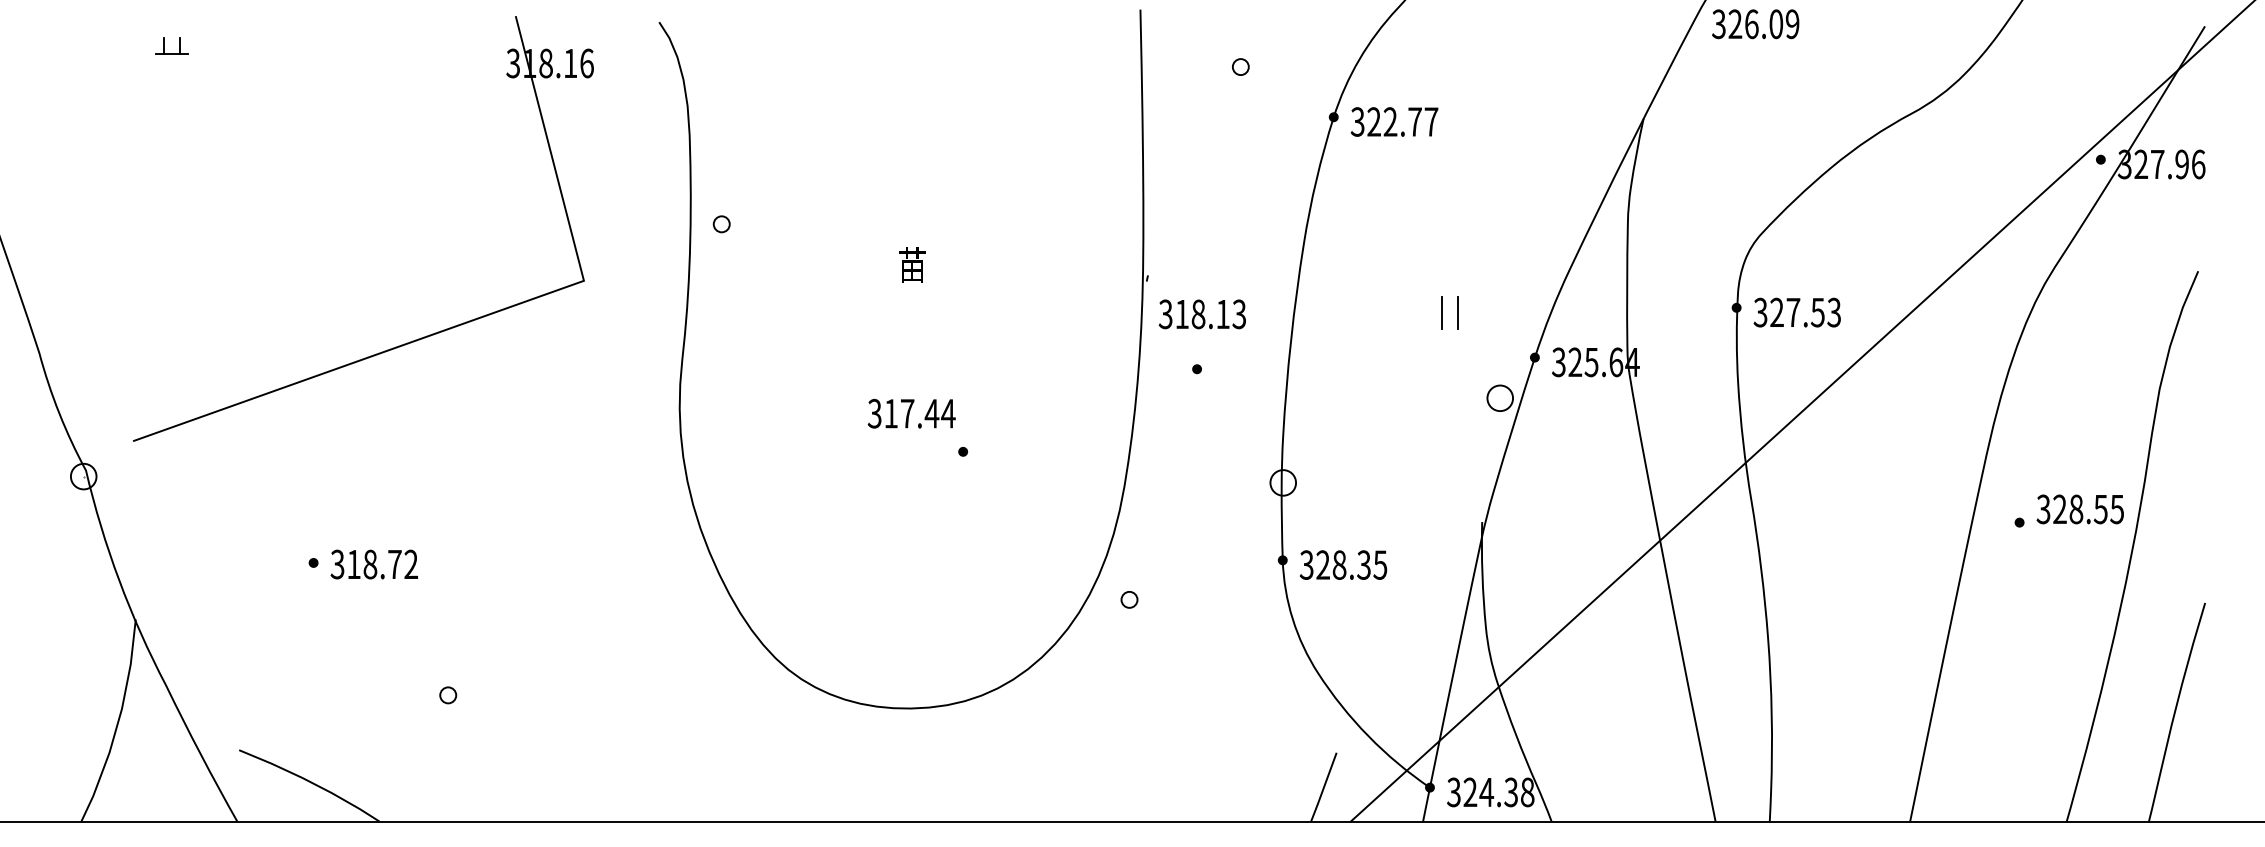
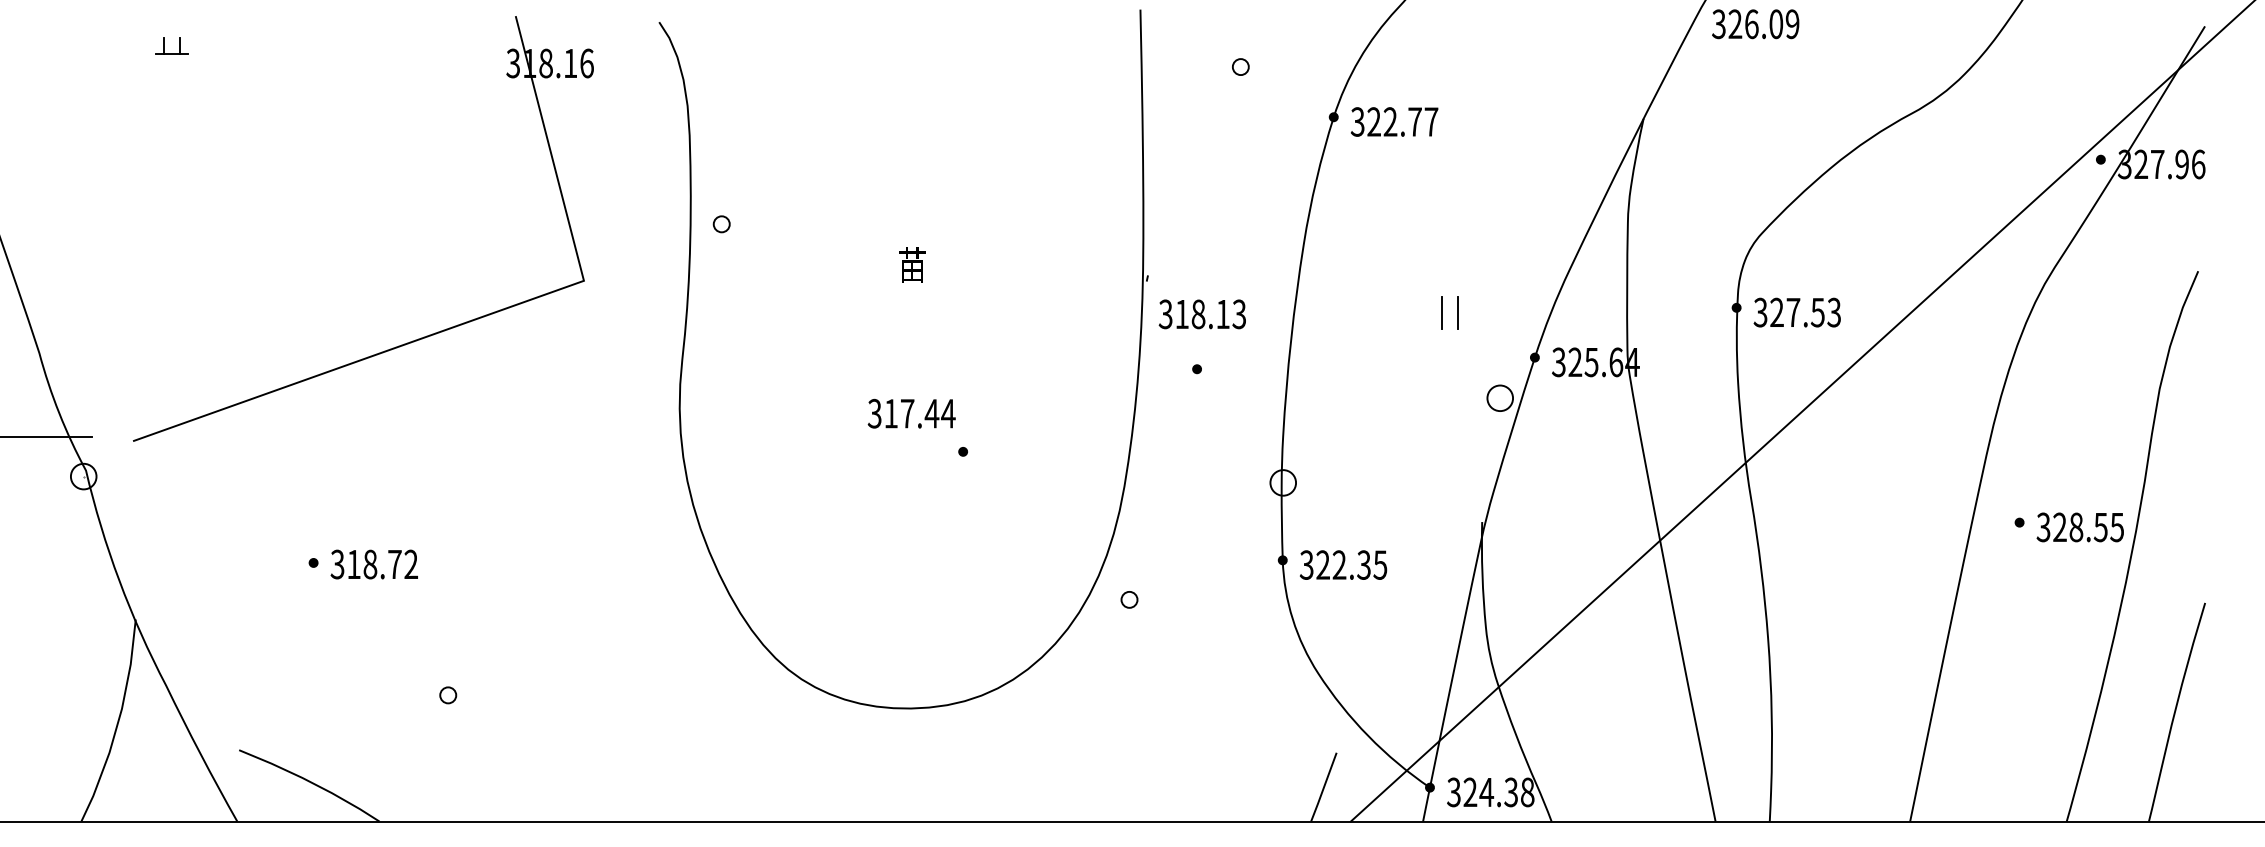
line at (46, 437): none -> present
text at (2079, 509) position: (2079, 509) -> (2079, 527)
text at (1339, 564): 328.35 -> 322.35
